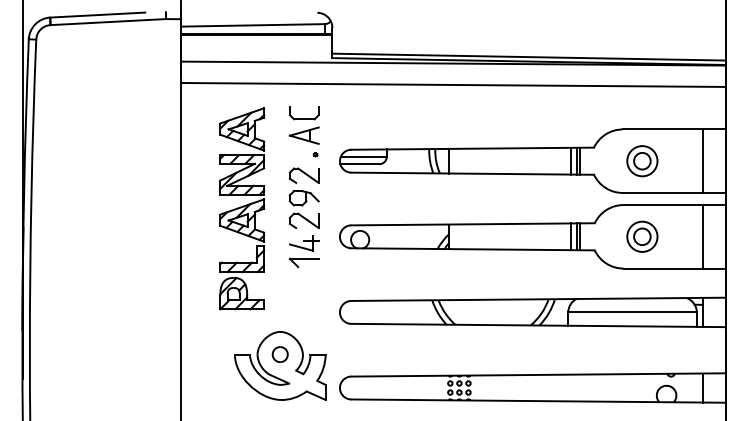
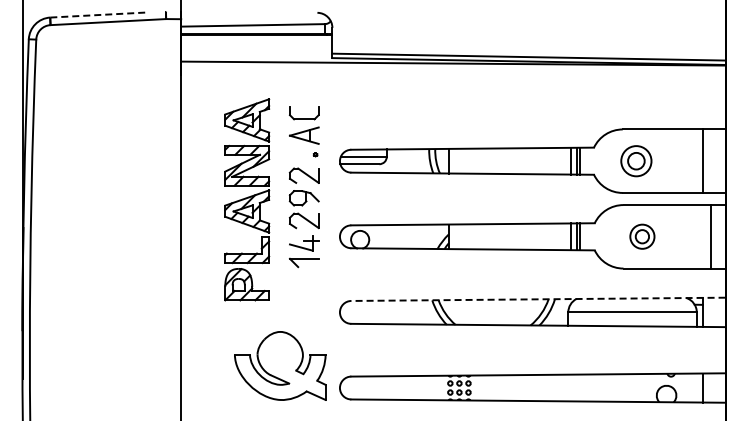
line at (97, 15): solid -> dashed
line at (453, 84): present -> none
part at (642, 161) position: (642, 161) -> (636, 161)
part at (242, 208) position: (242, 208) -> (247, 199)
part at (642, 236) size: 33x33 px -> 27x27 px
line at (702, 236) position: (702, 236) -> (710, 236)
line at (537, 299): solid -> dashed
part at (279, 354): present -> none
